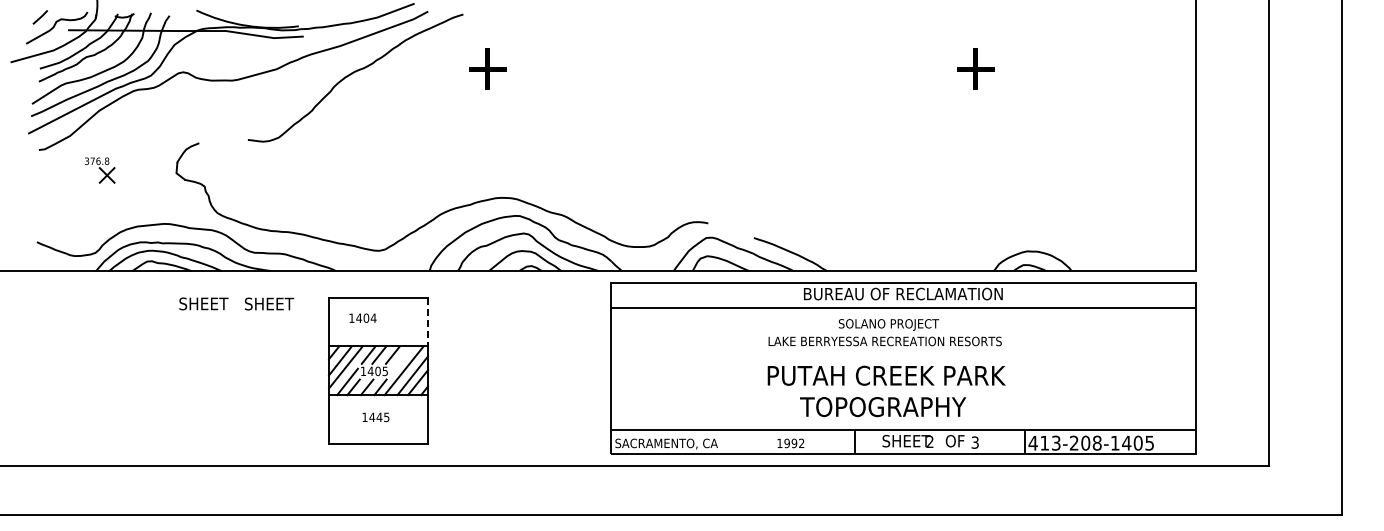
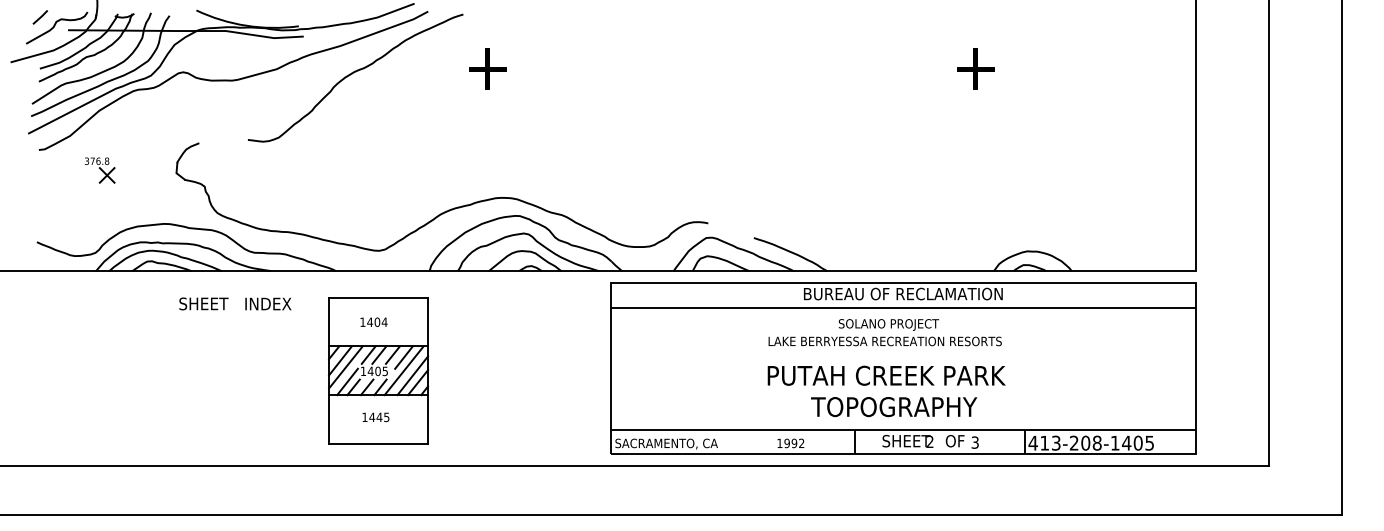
text at (269, 303): SHEET -> INDEX
text at (362, 317) position: (362, 317) -> (373, 321)
line at (428, 322): dashed -> solid
line at (403, 357): none -> present
text at (883, 407) position: (883, 407) -> (894, 407)
